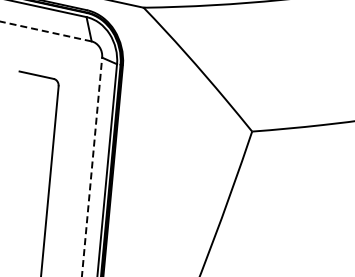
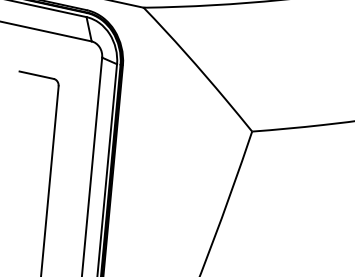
line at (45, 31): dashed -> solid
line at (92, 167): dashed -> solid
